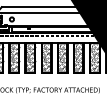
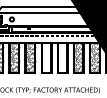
hatch at (46, 57): present -> none
hatch at (62, 57): present -> none
